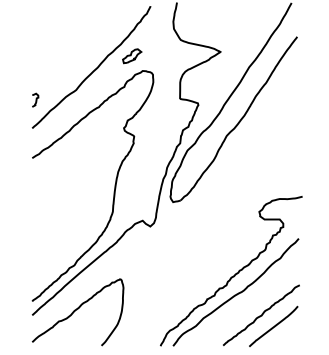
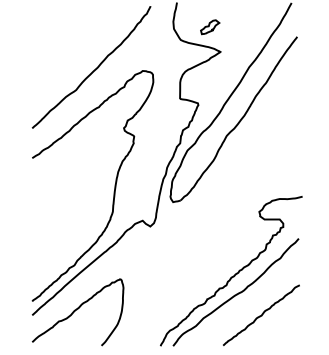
part at (132, 56) position: (132, 56) -> (210, 27)
curve at (35, 99): present -> none
curve at (274, 325): present -> none
